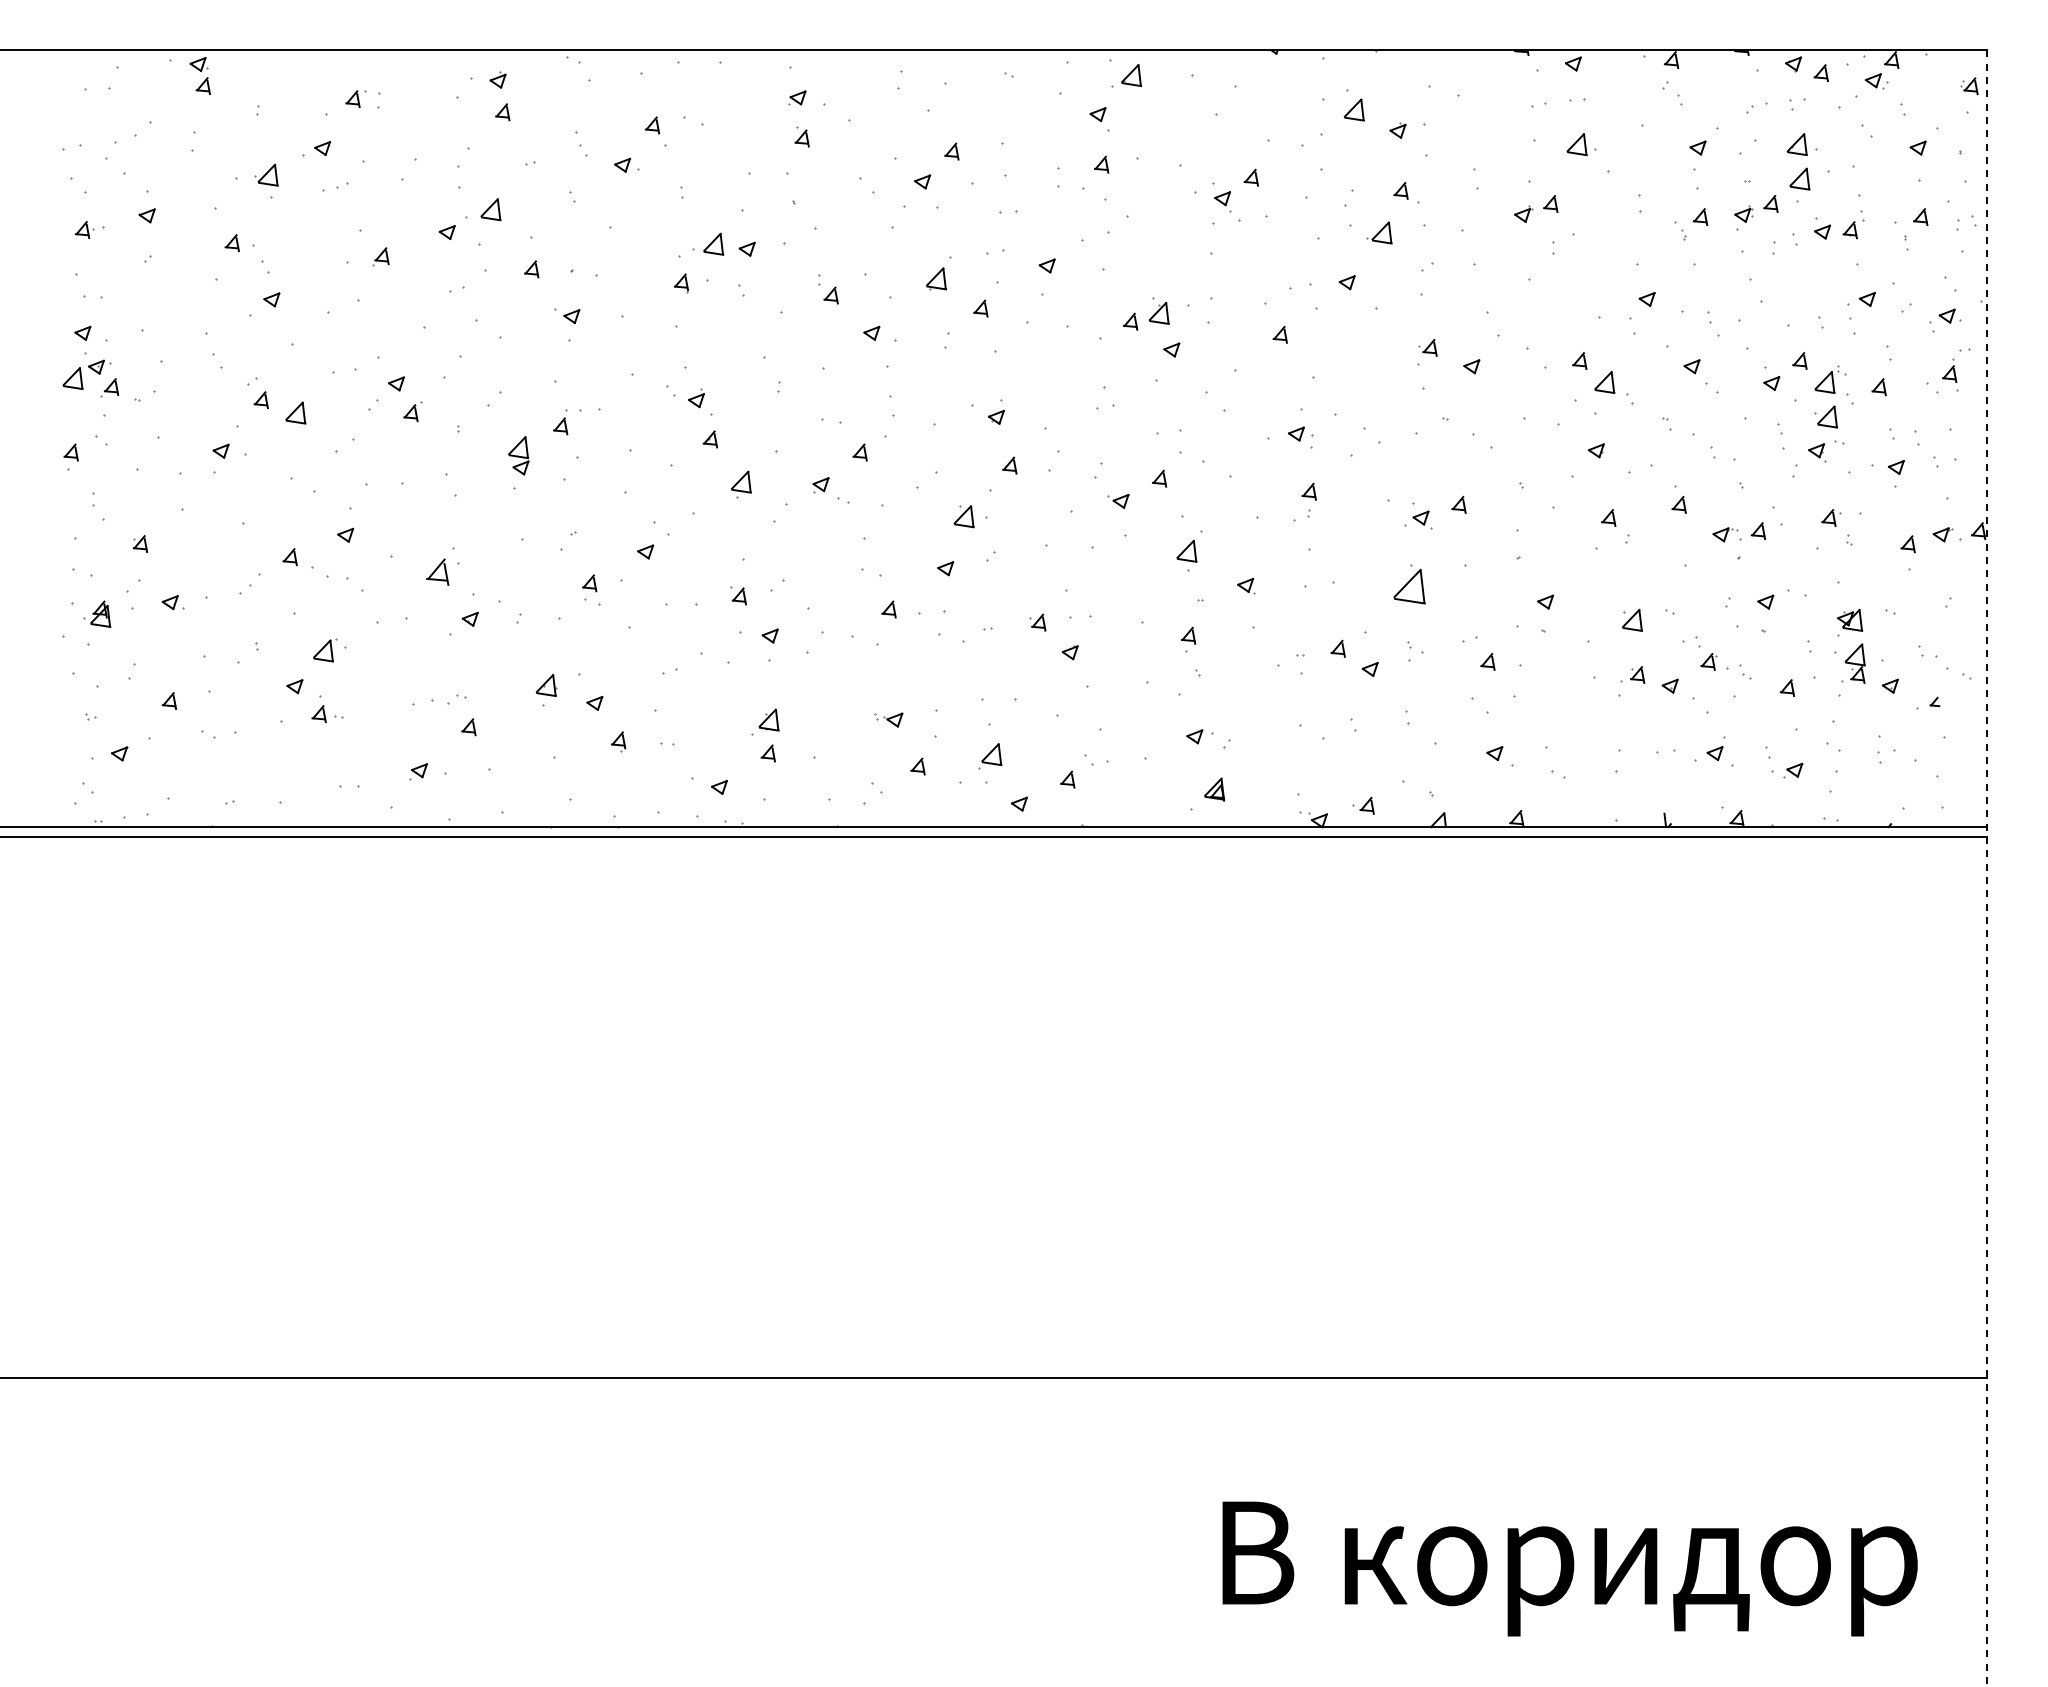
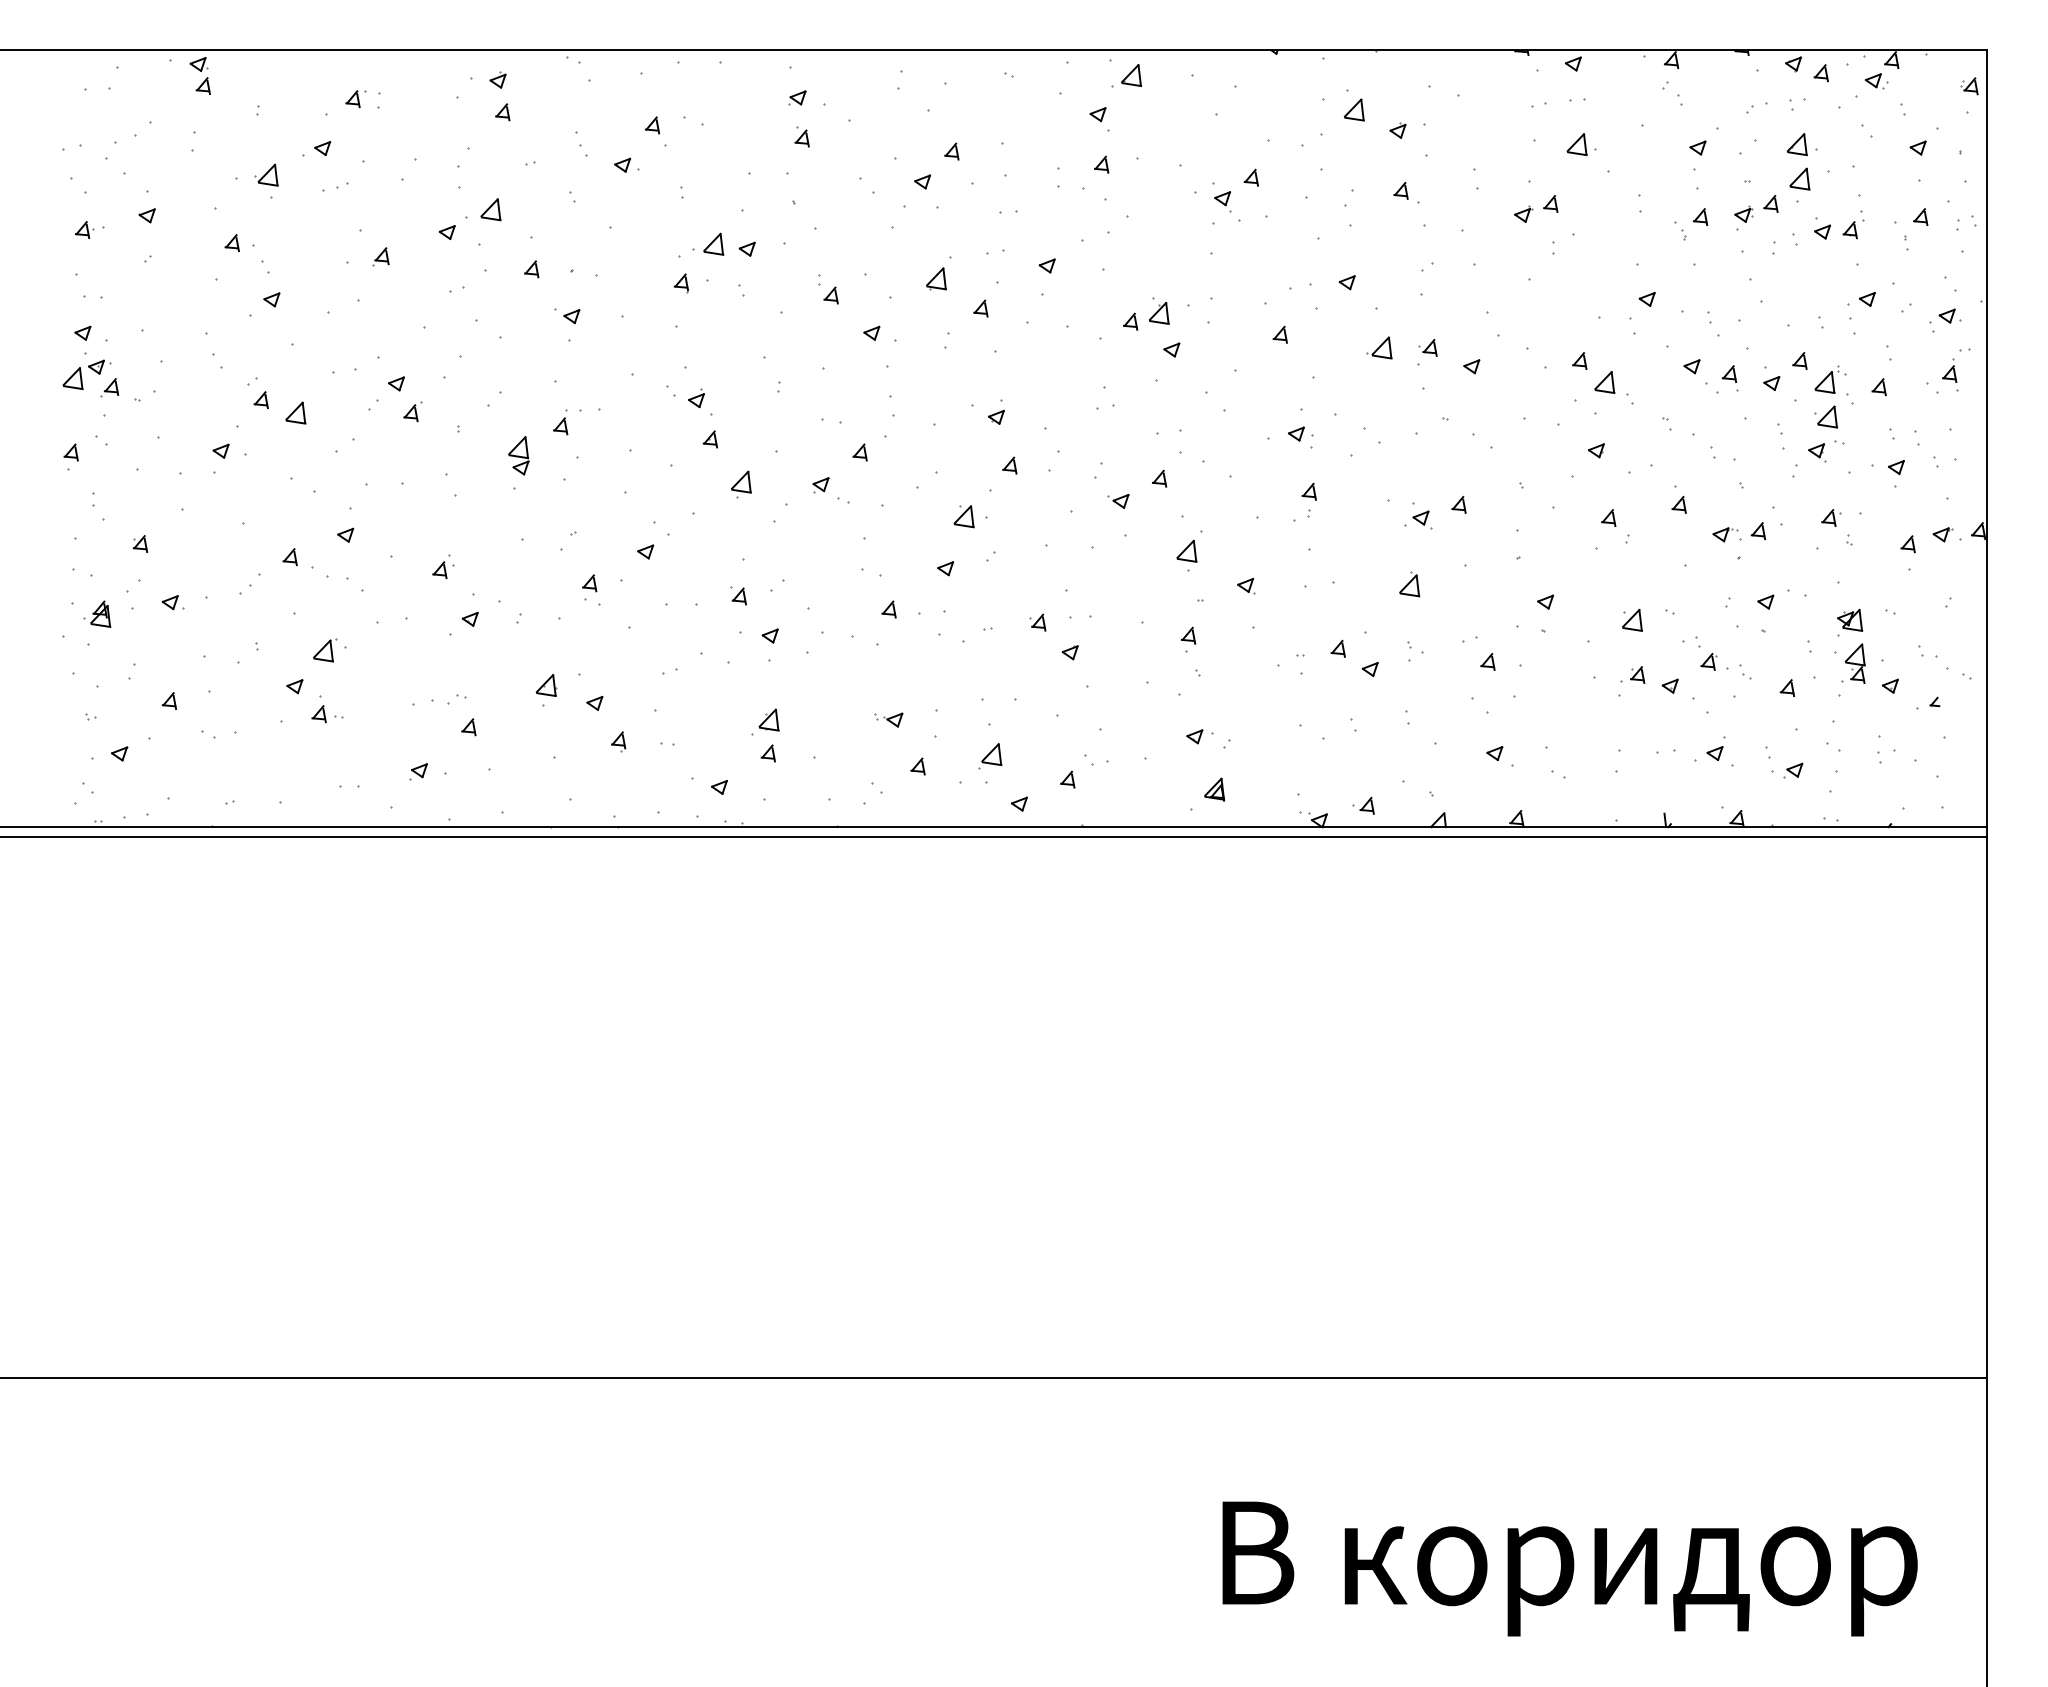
part at (1379, 232) position: (1379, 232) -> (1379, 347)
part at (1729, 378): none -> present
part at (442, 566) size: 34x39 px -> 23x26 px
part at (1409, 584) size: 33x41 px -> 22x27 px
line at (1986, 868): dashed -> solid
